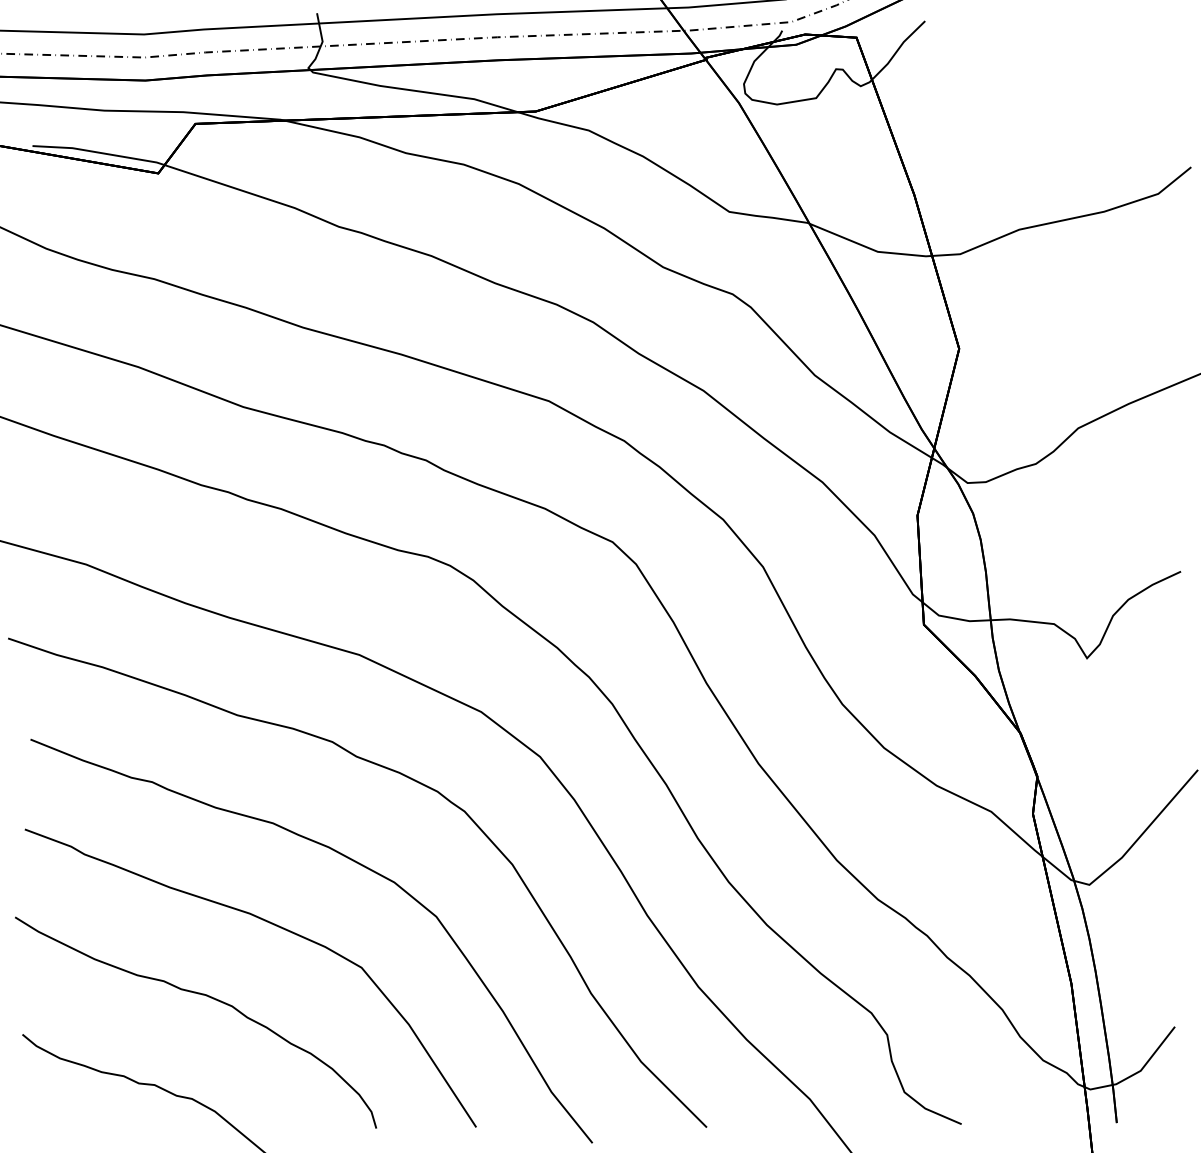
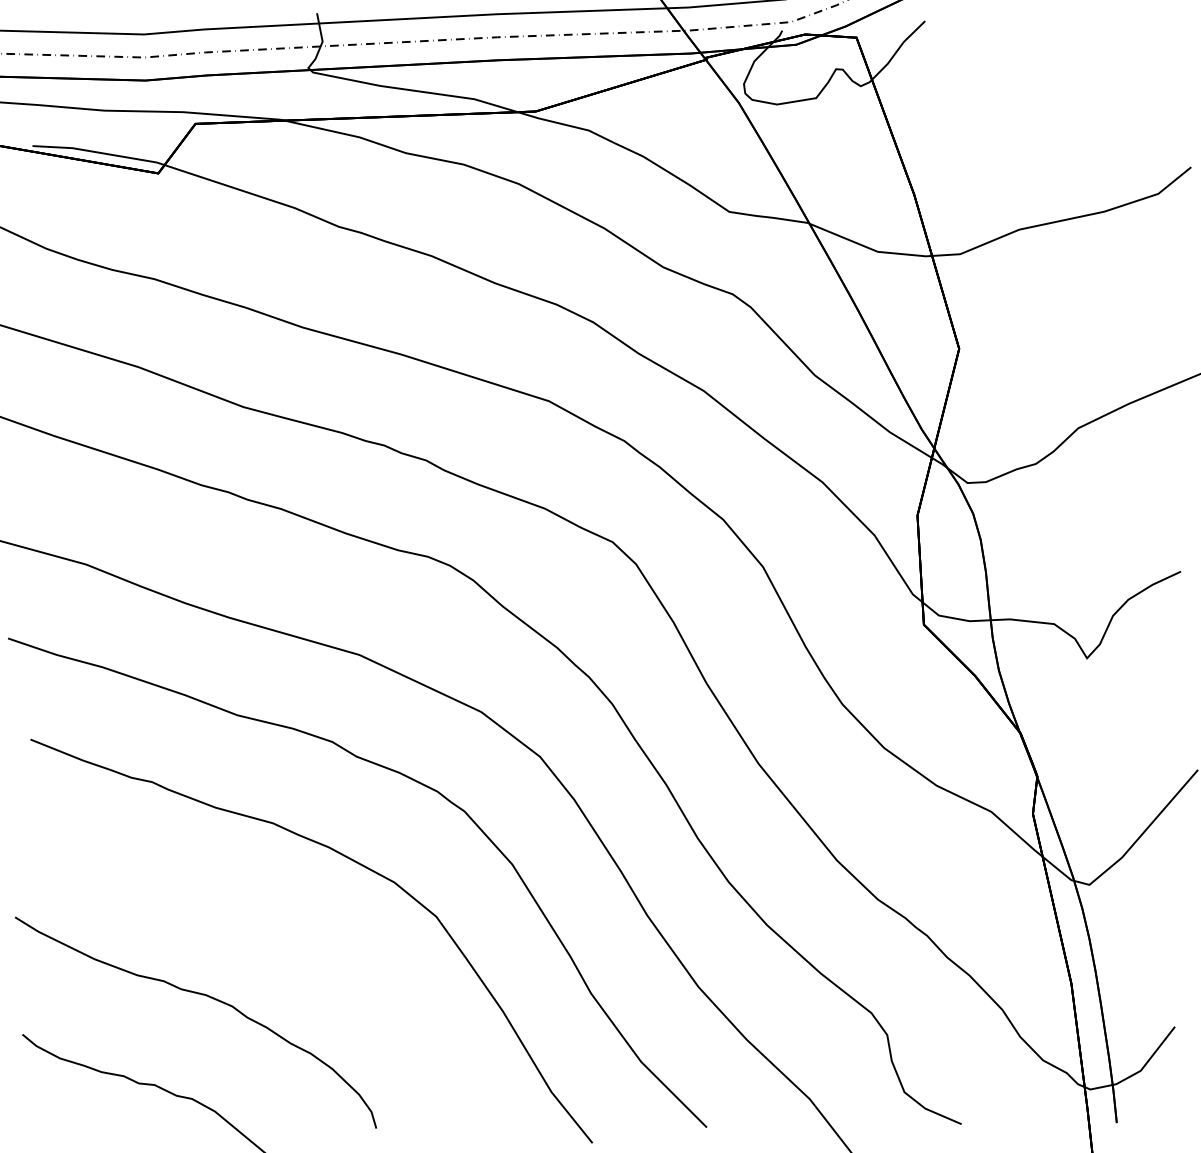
curve at (273, 925): present -> none
